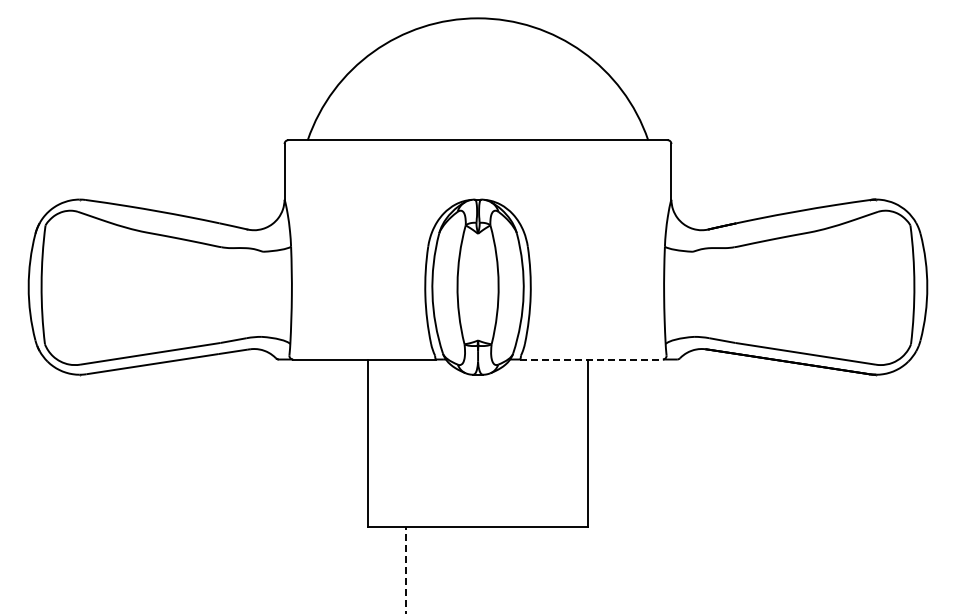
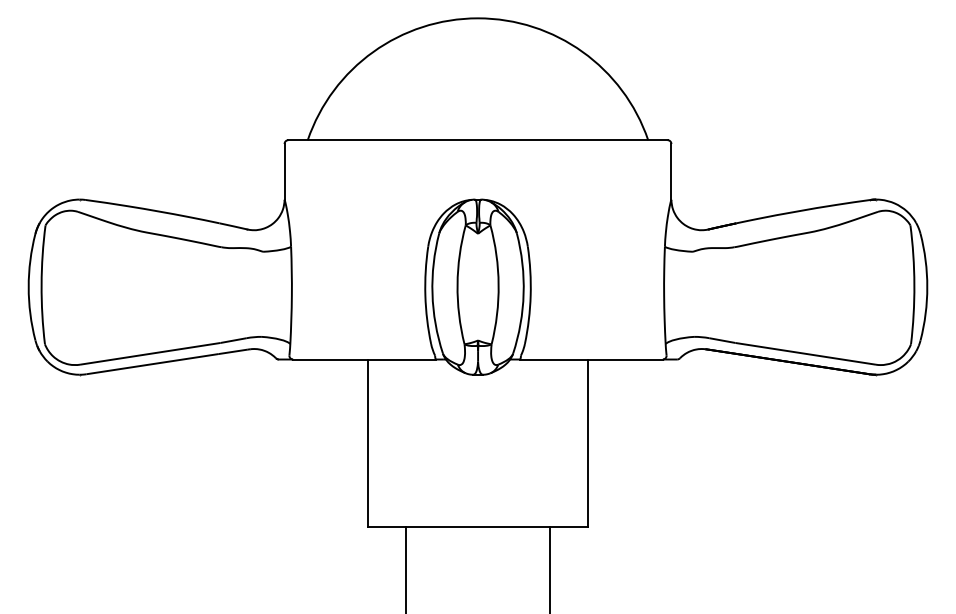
line at (592, 359): dashed -> solid
line at (550, 568): none -> present
line at (405, 569): dashed -> solid
